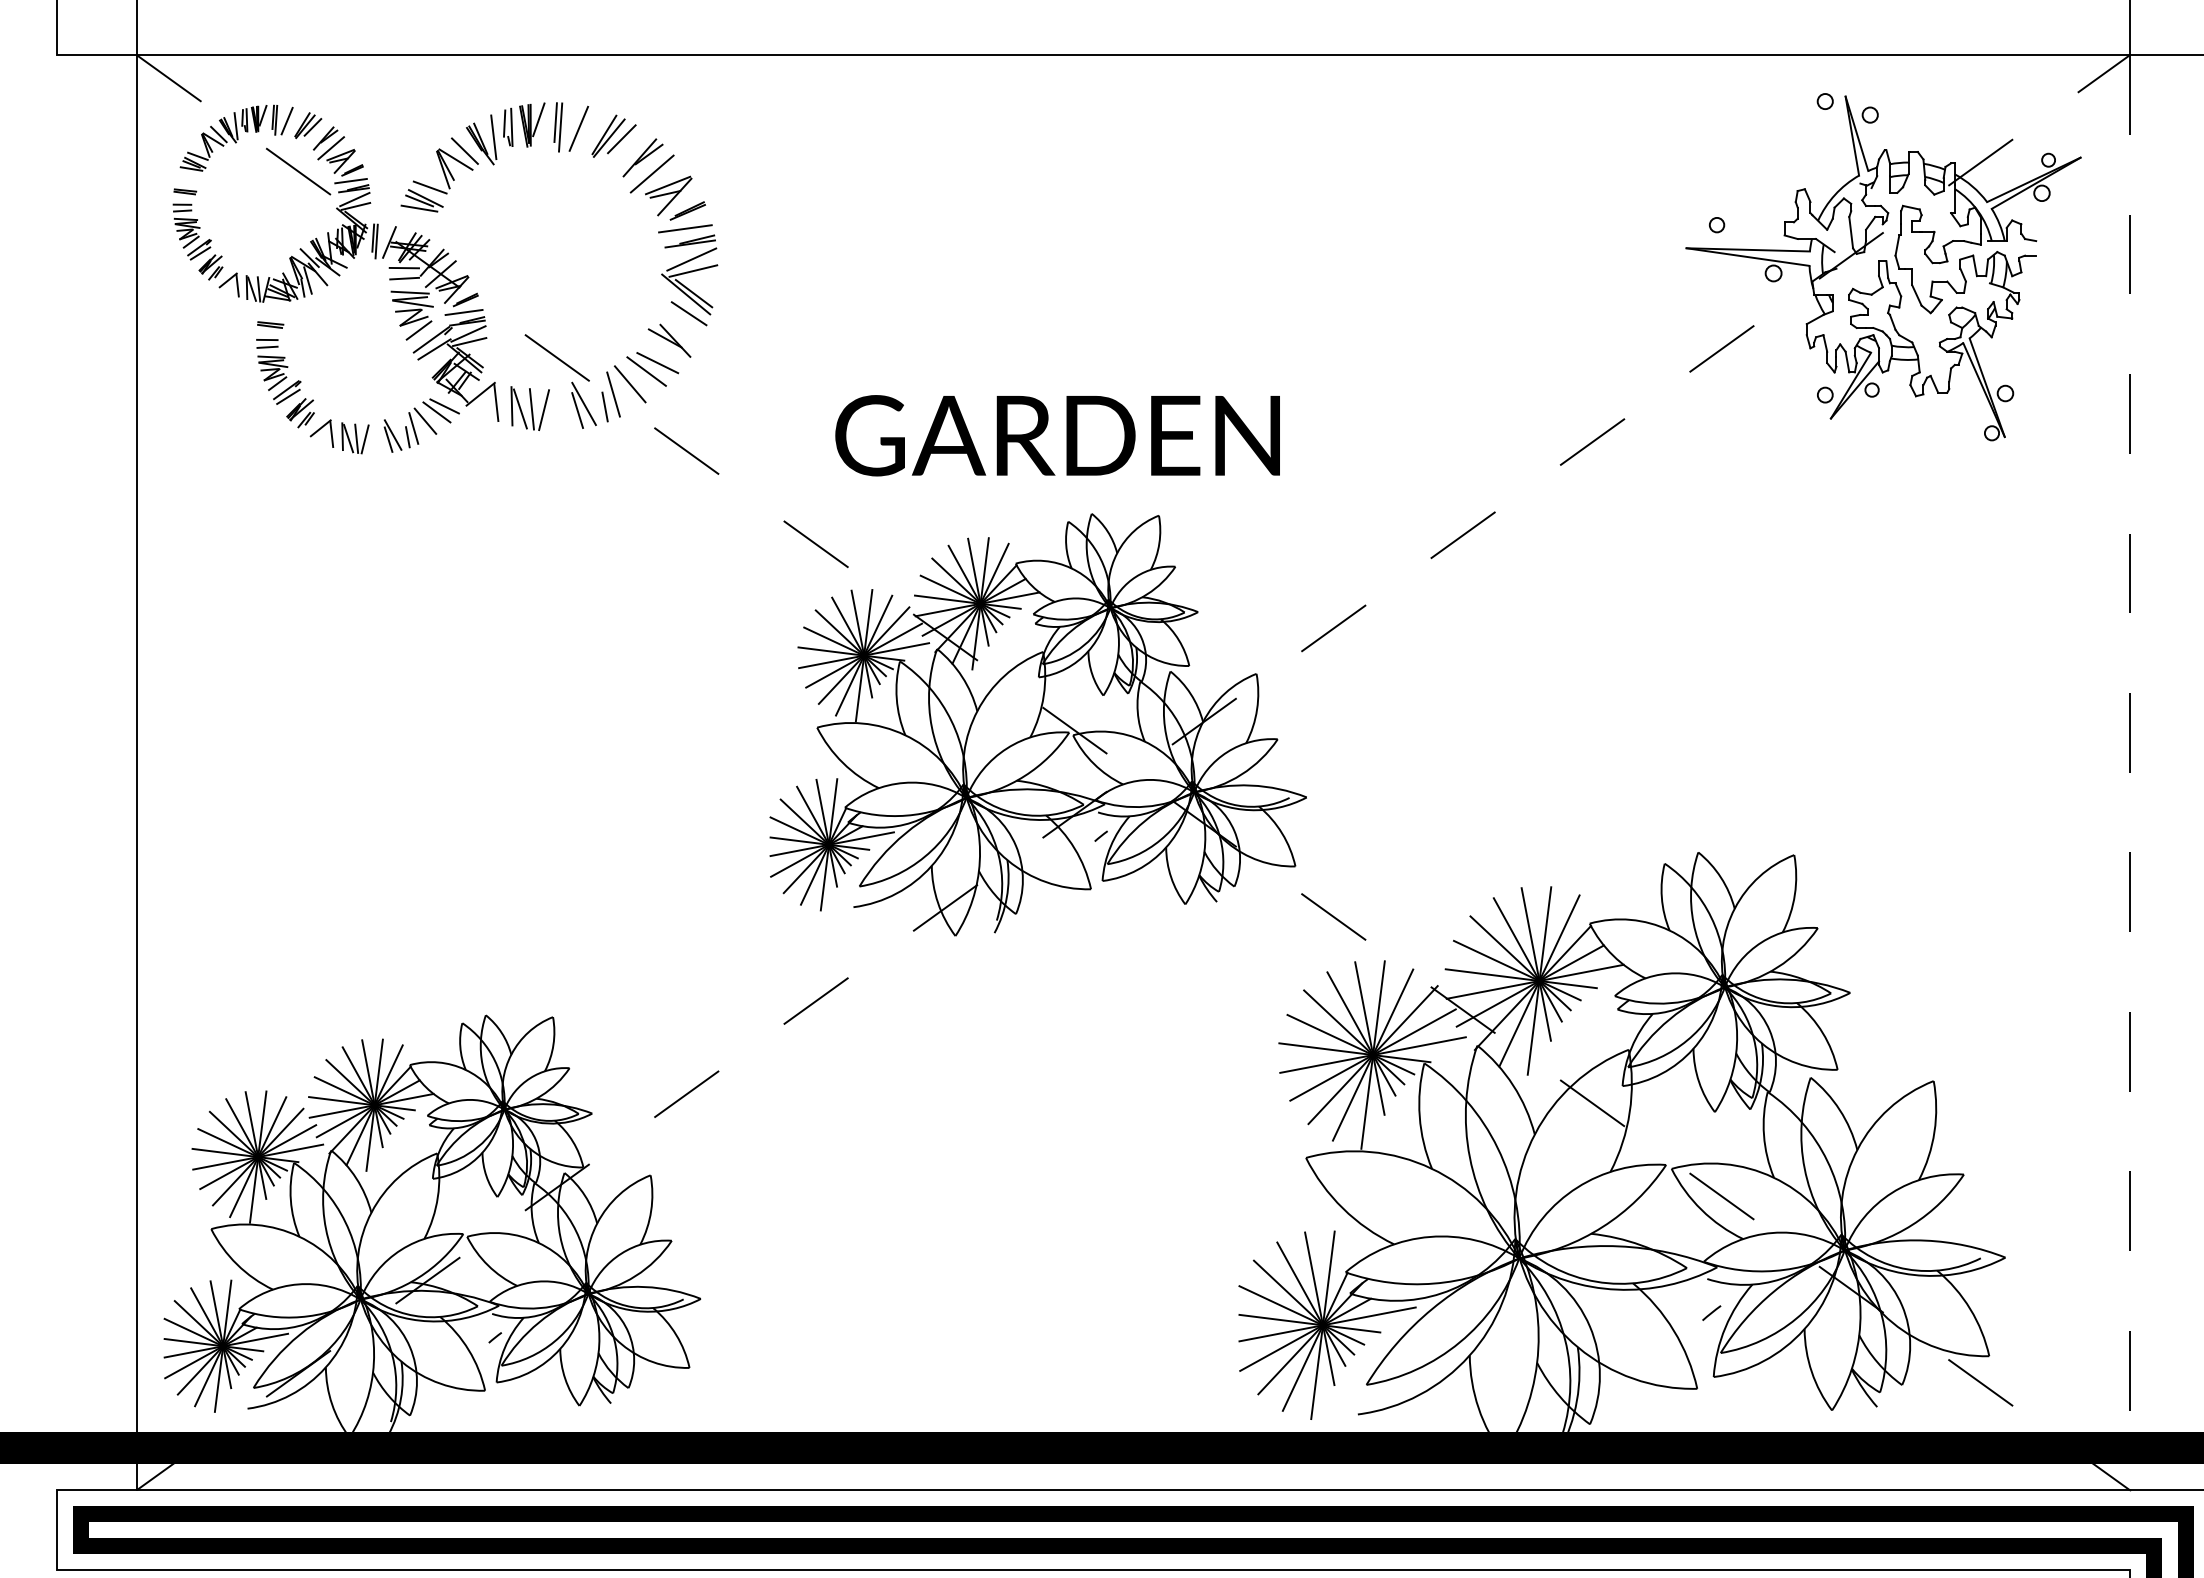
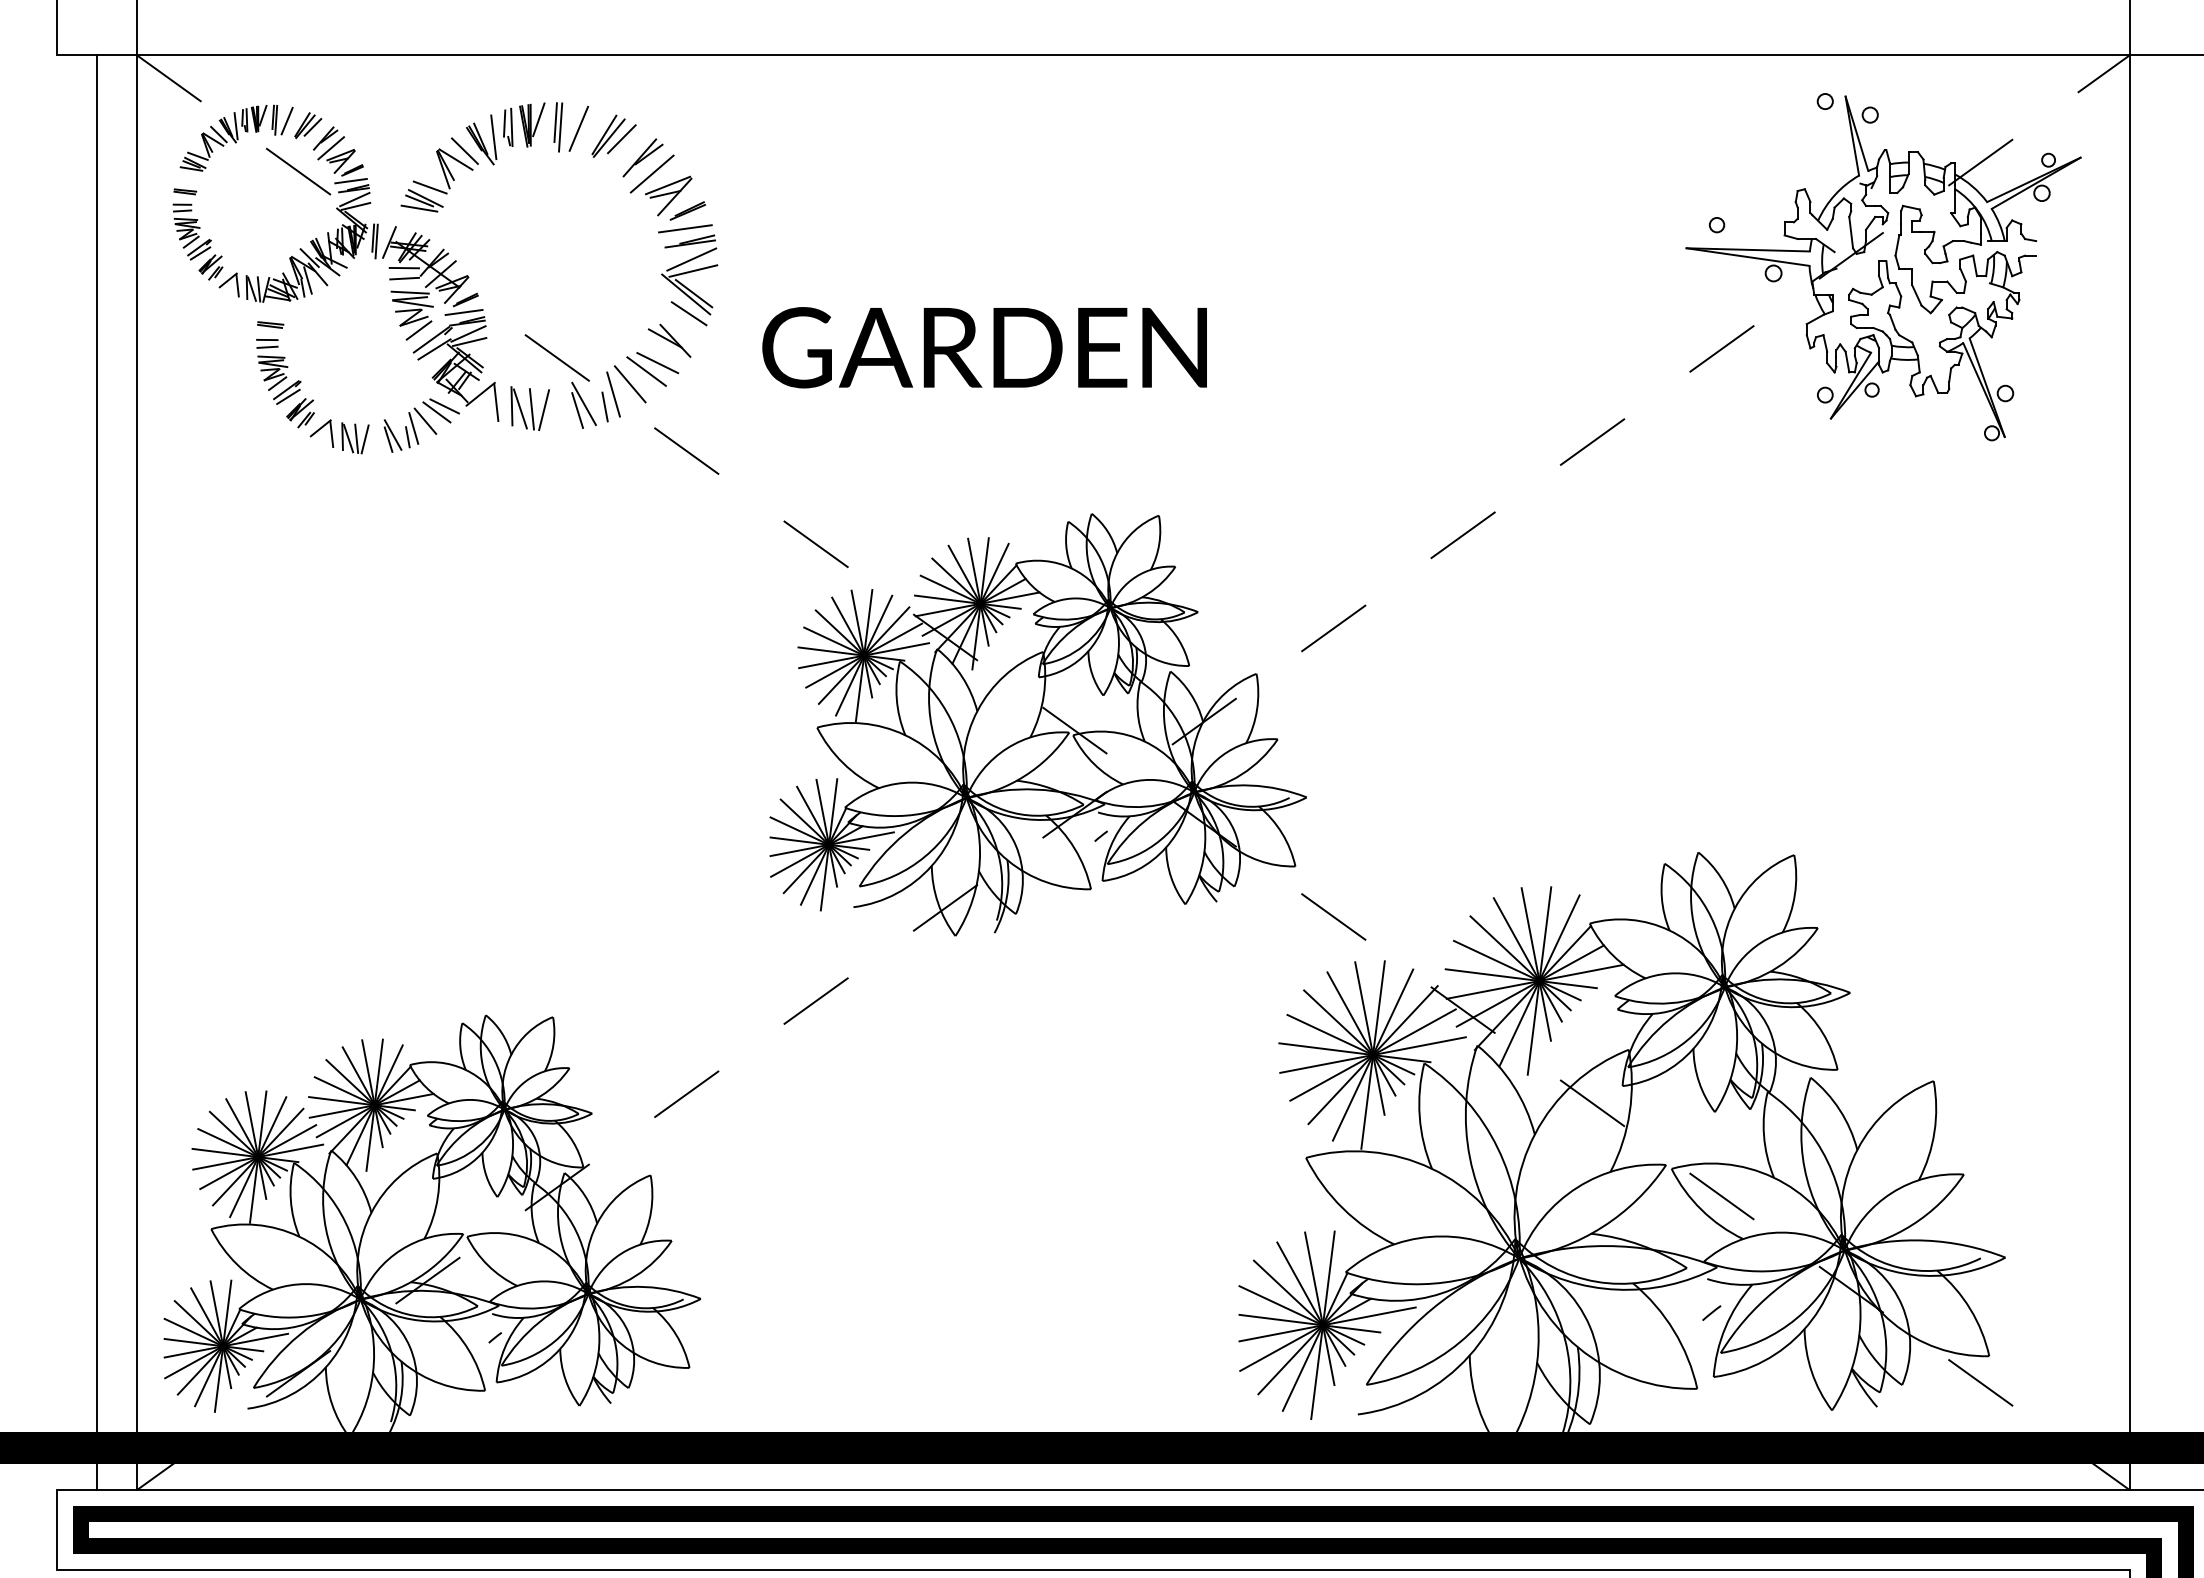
text at (1057, 435) position: (1057, 435) -> (984, 347)
line at (96, 772): none -> present
line at (2129, 772): dashed -> solid
